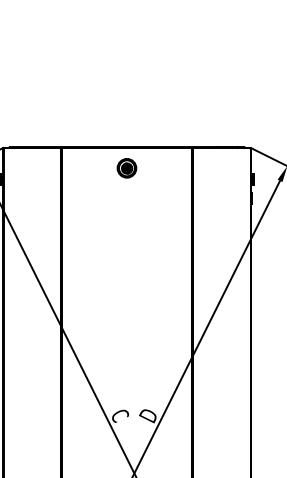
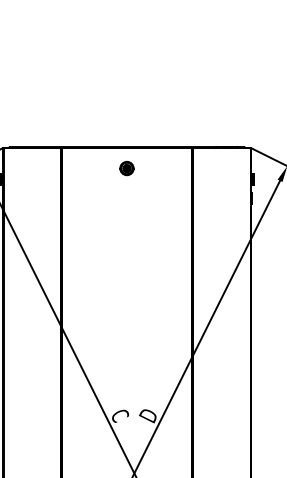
part at (126, 168) size: 22x21 px -> 16x16 px
